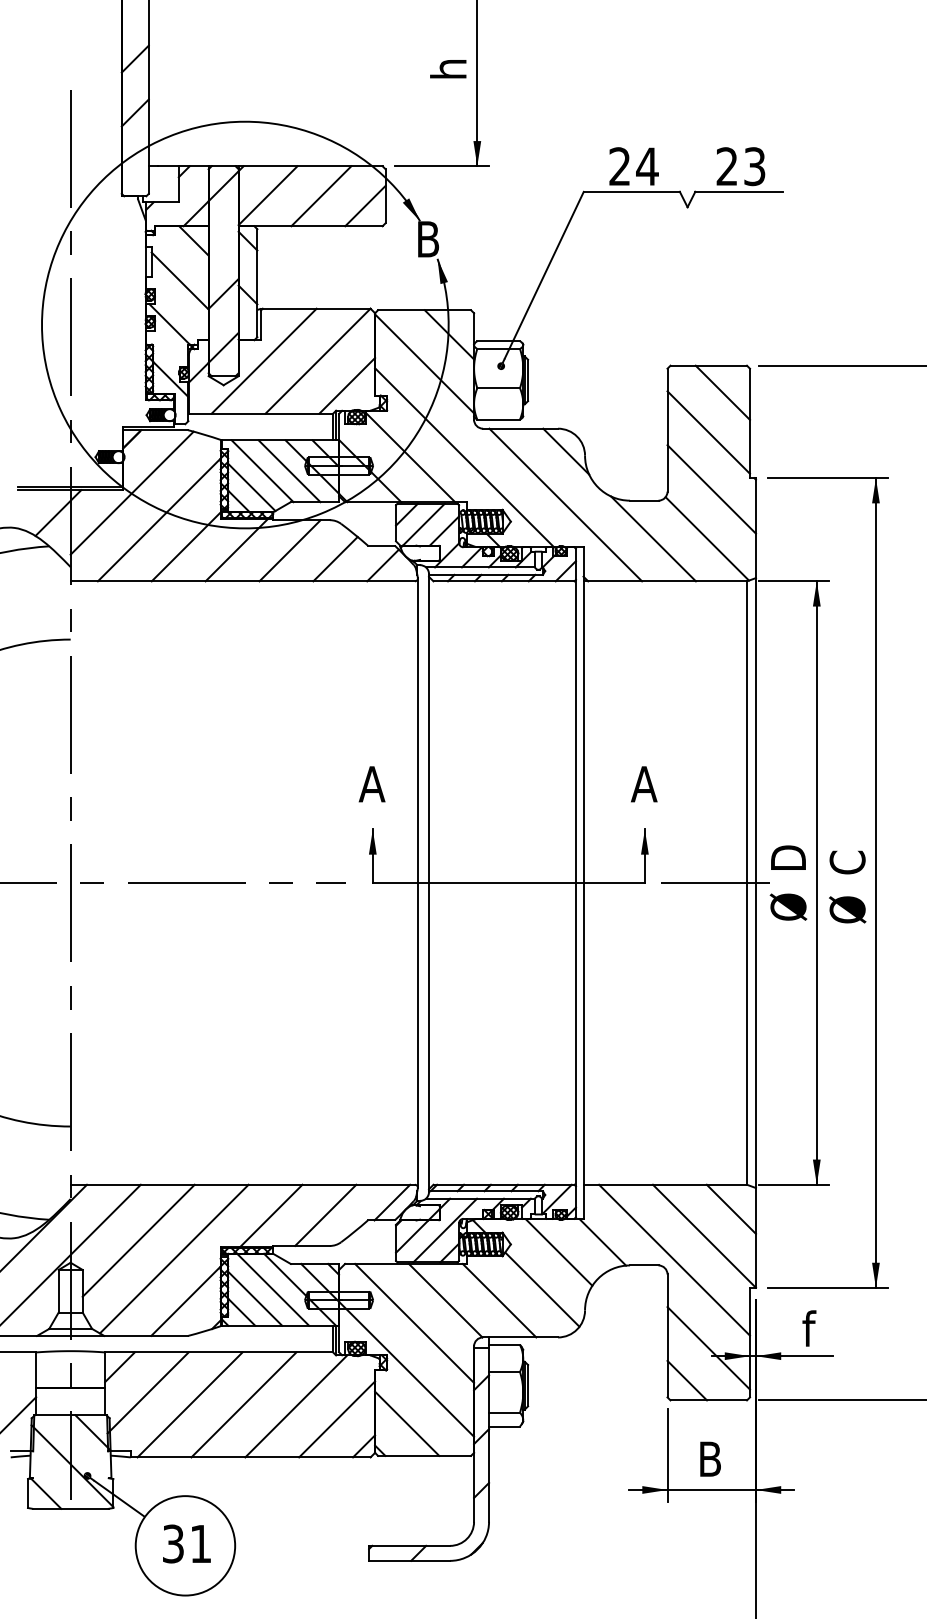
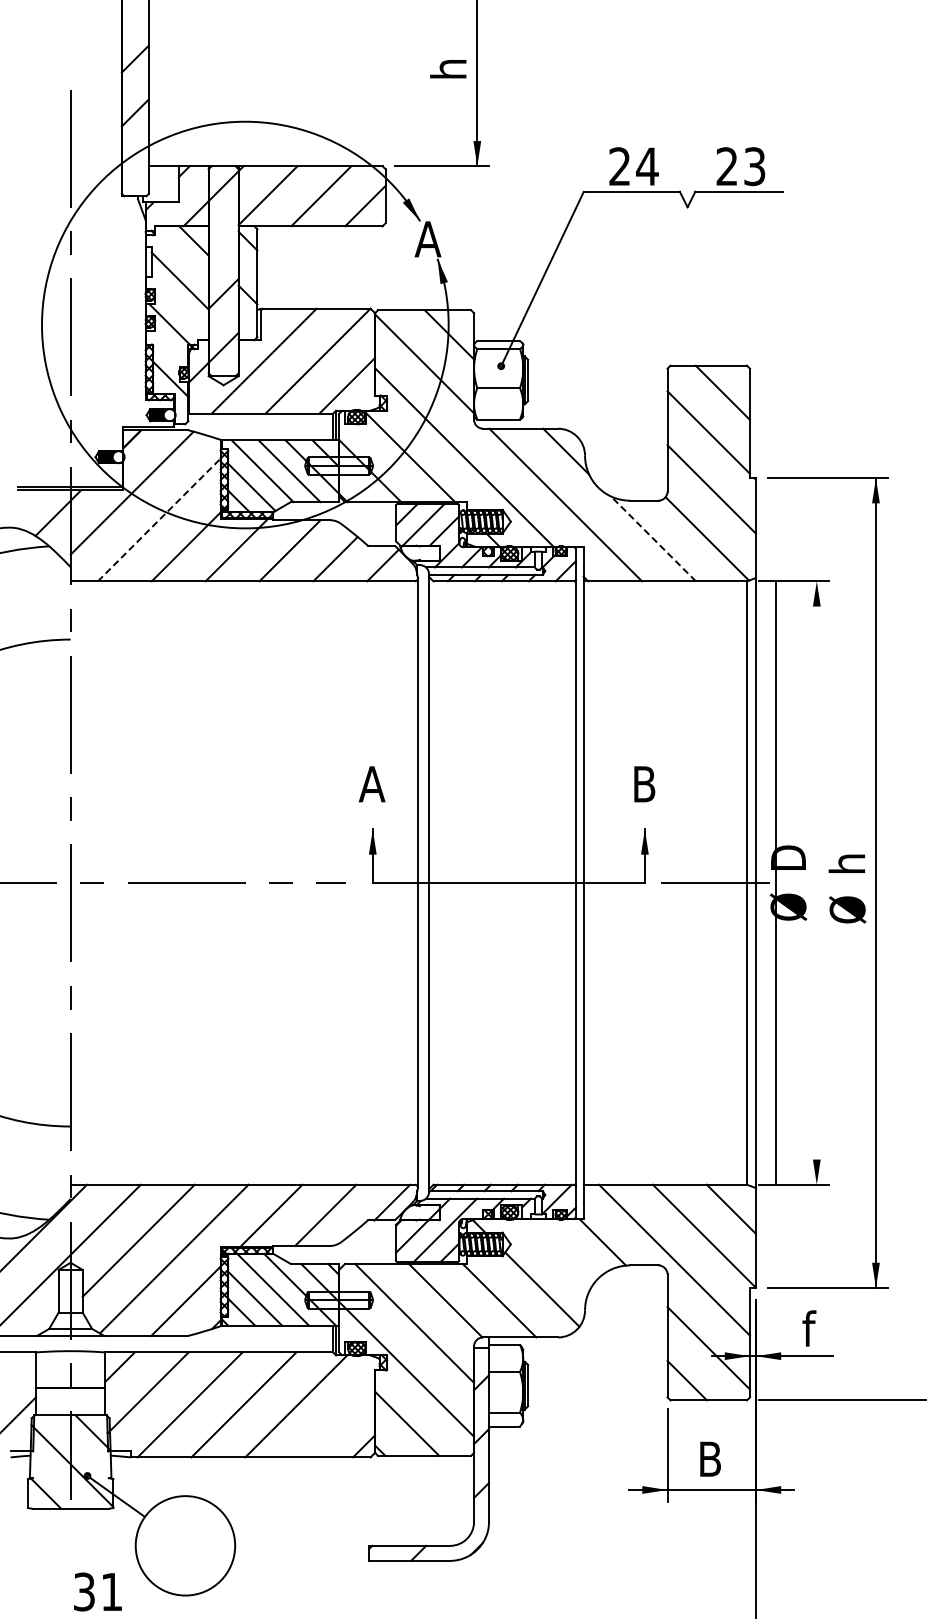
text at (427, 239): B -> A
line at (840, 365): present -> none
line at (159, 519): solid -> dashed
line at (653, 538): solid -> dashed
text at (644, 784): A -> B
text at (846, 862): C -> h
line at (816, 882) position: (816, 882) -> (775, 882)
line at (558, 1252): present -> none
line at (337, 1419): present -> none
text at (186, 1543) position: (186, 1543) -> (97, 1591)
